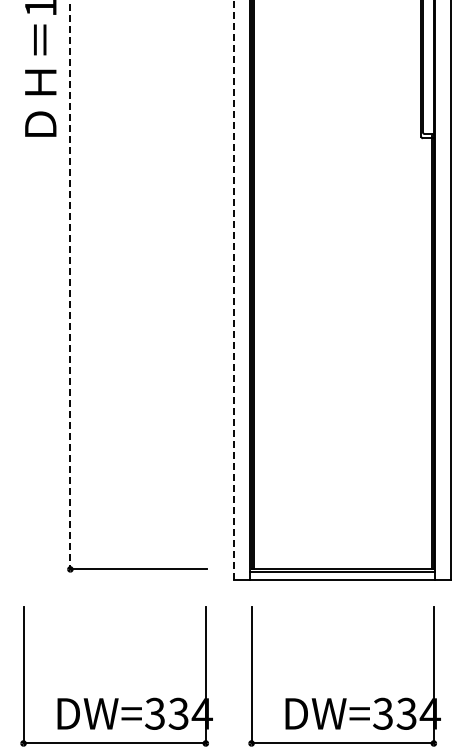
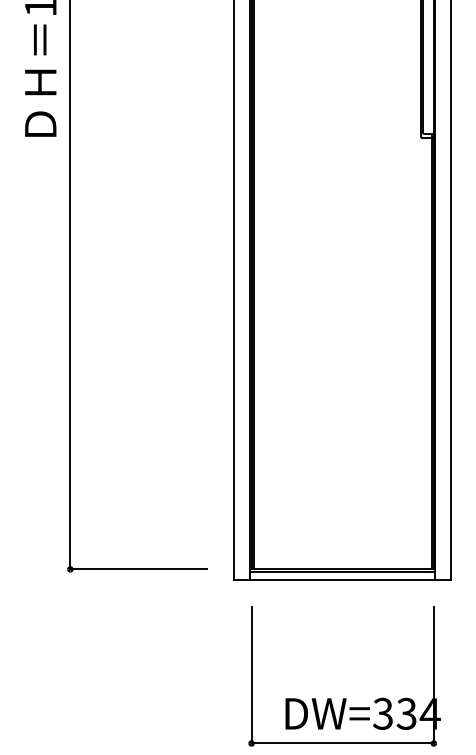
line at (70, 285): dashed -> solid
line at (234, 289): dashed -> solid
part at (116, 698): present -> none
